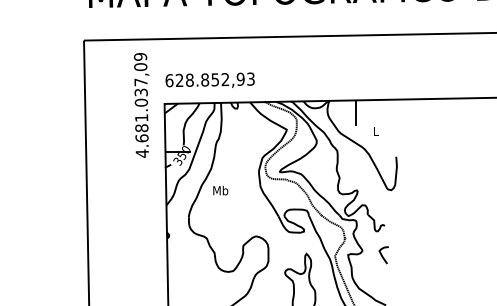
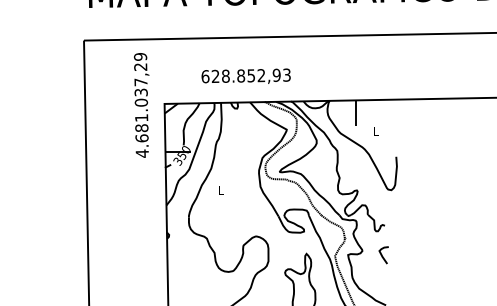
text at (140, 67): 4.681.037,09 -> 4.681.037,29
text at (209, 79) position: (209, 79) -> (245, 75)
text at (220, 190): Mb -> L
